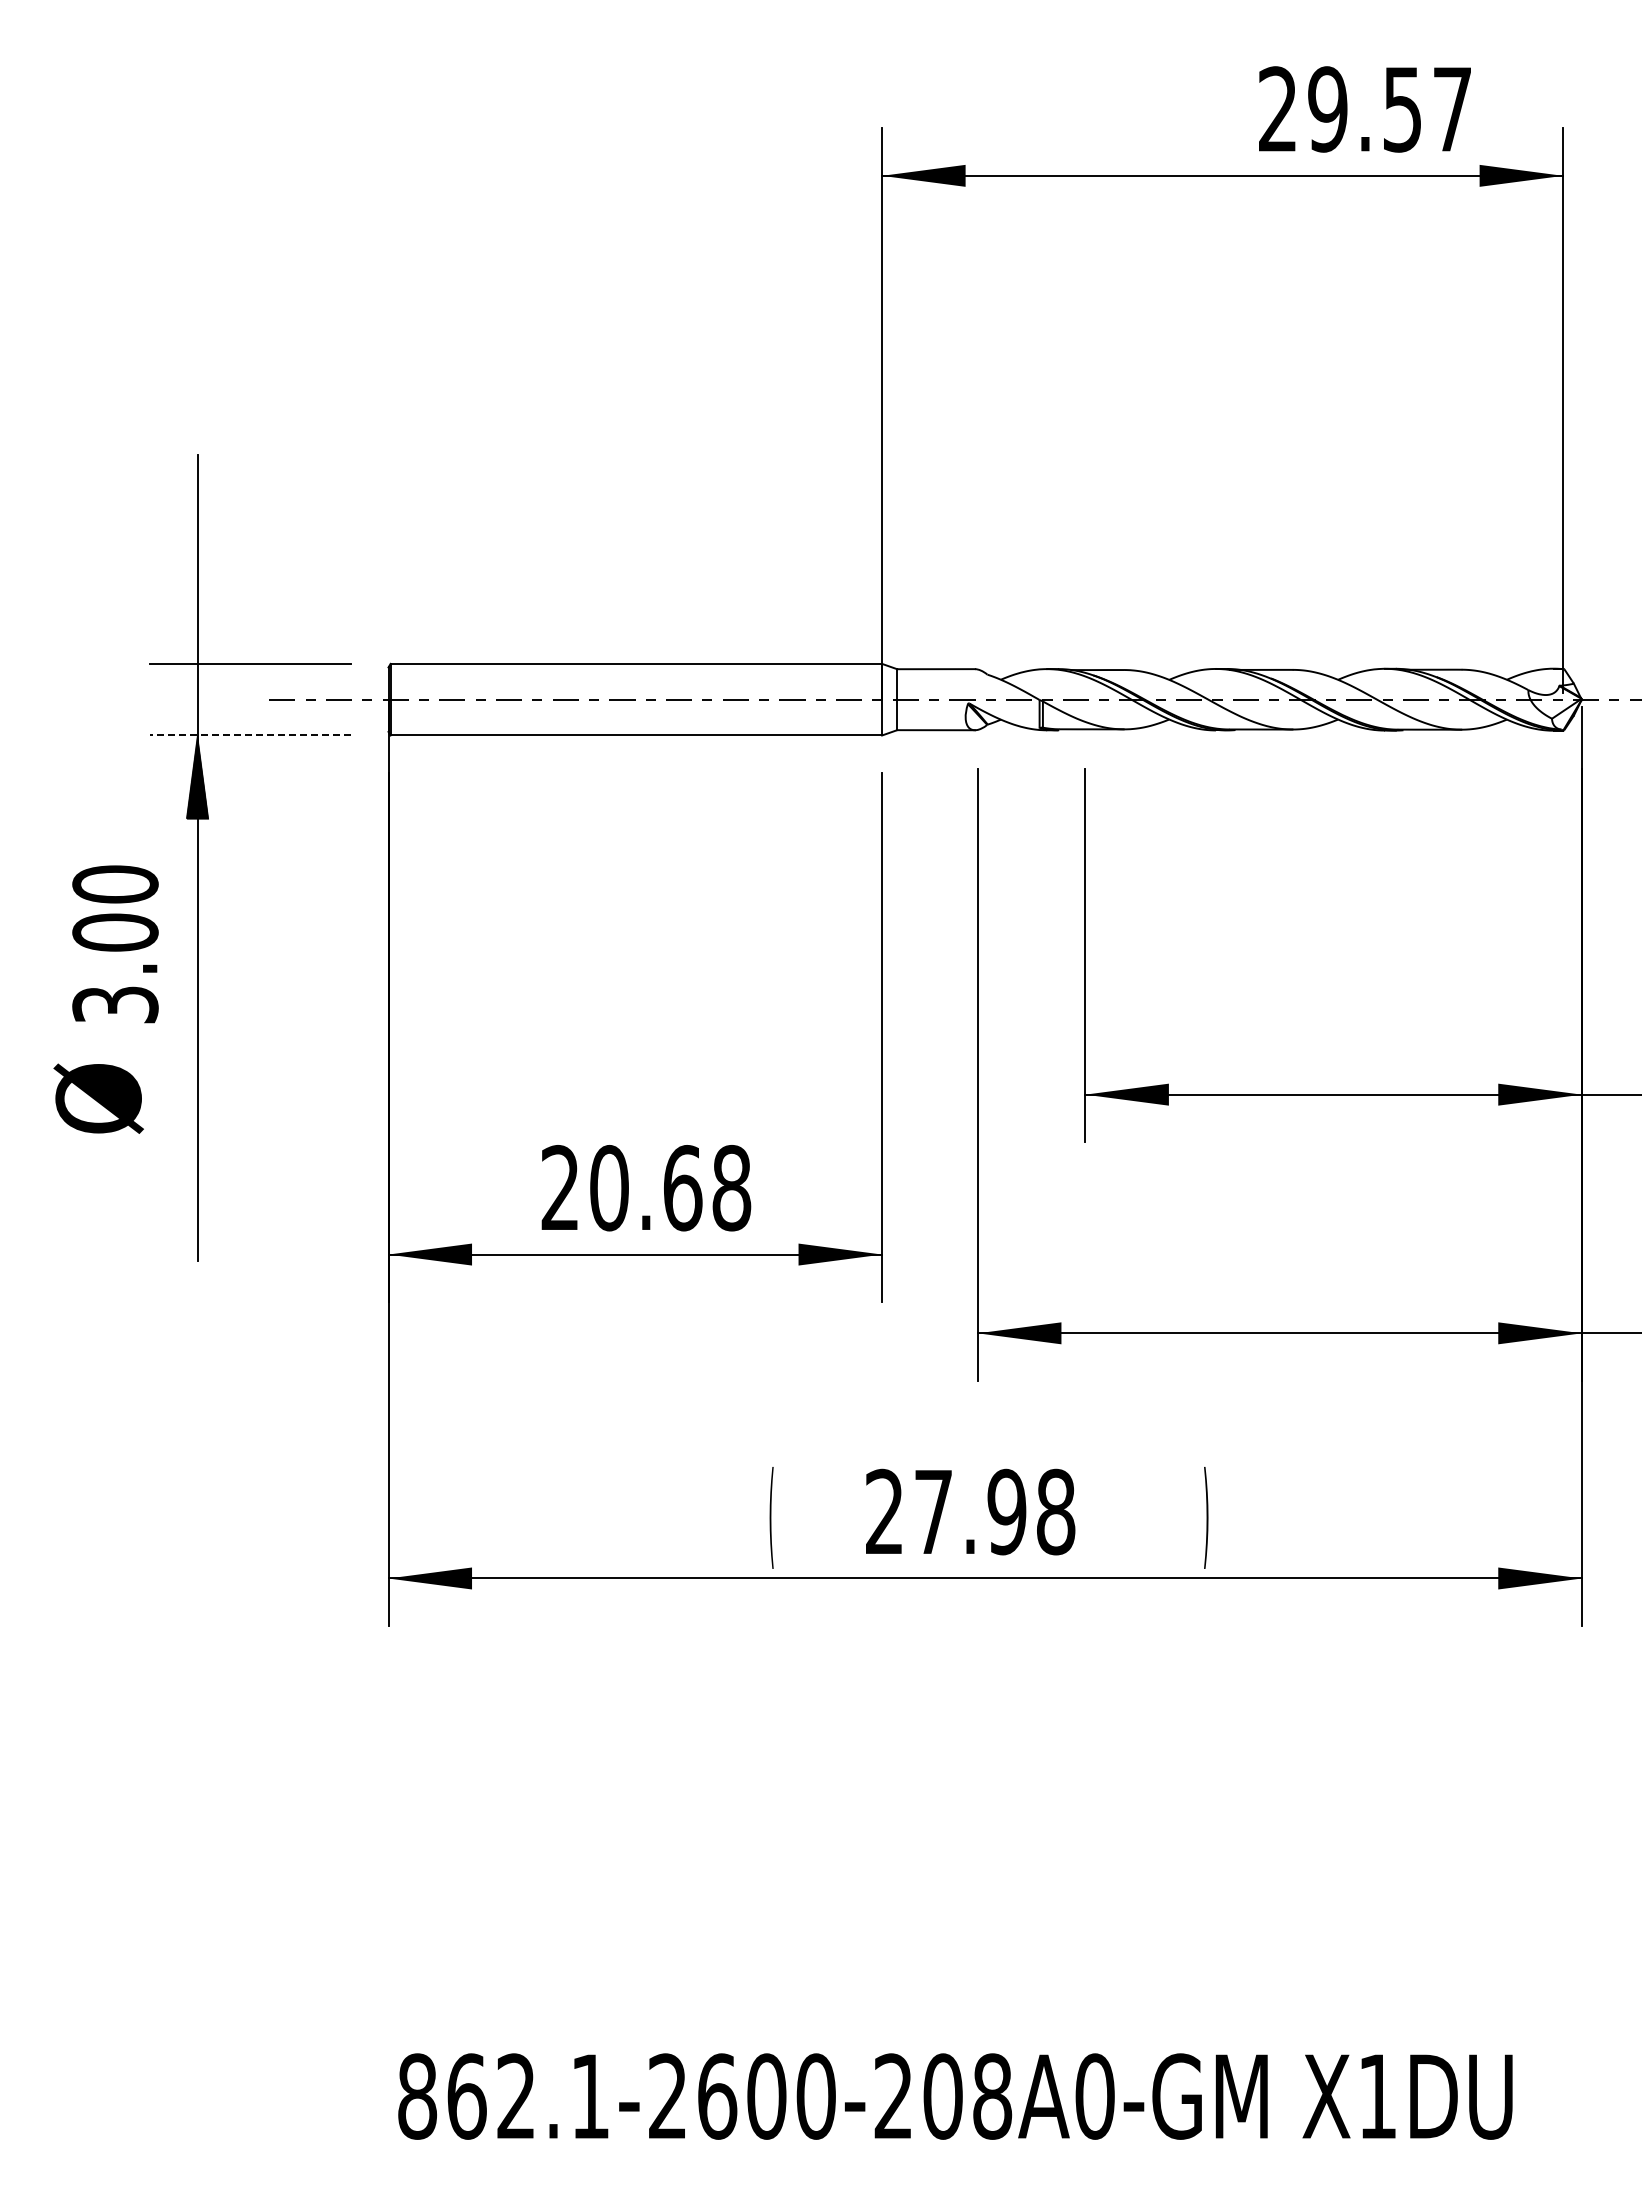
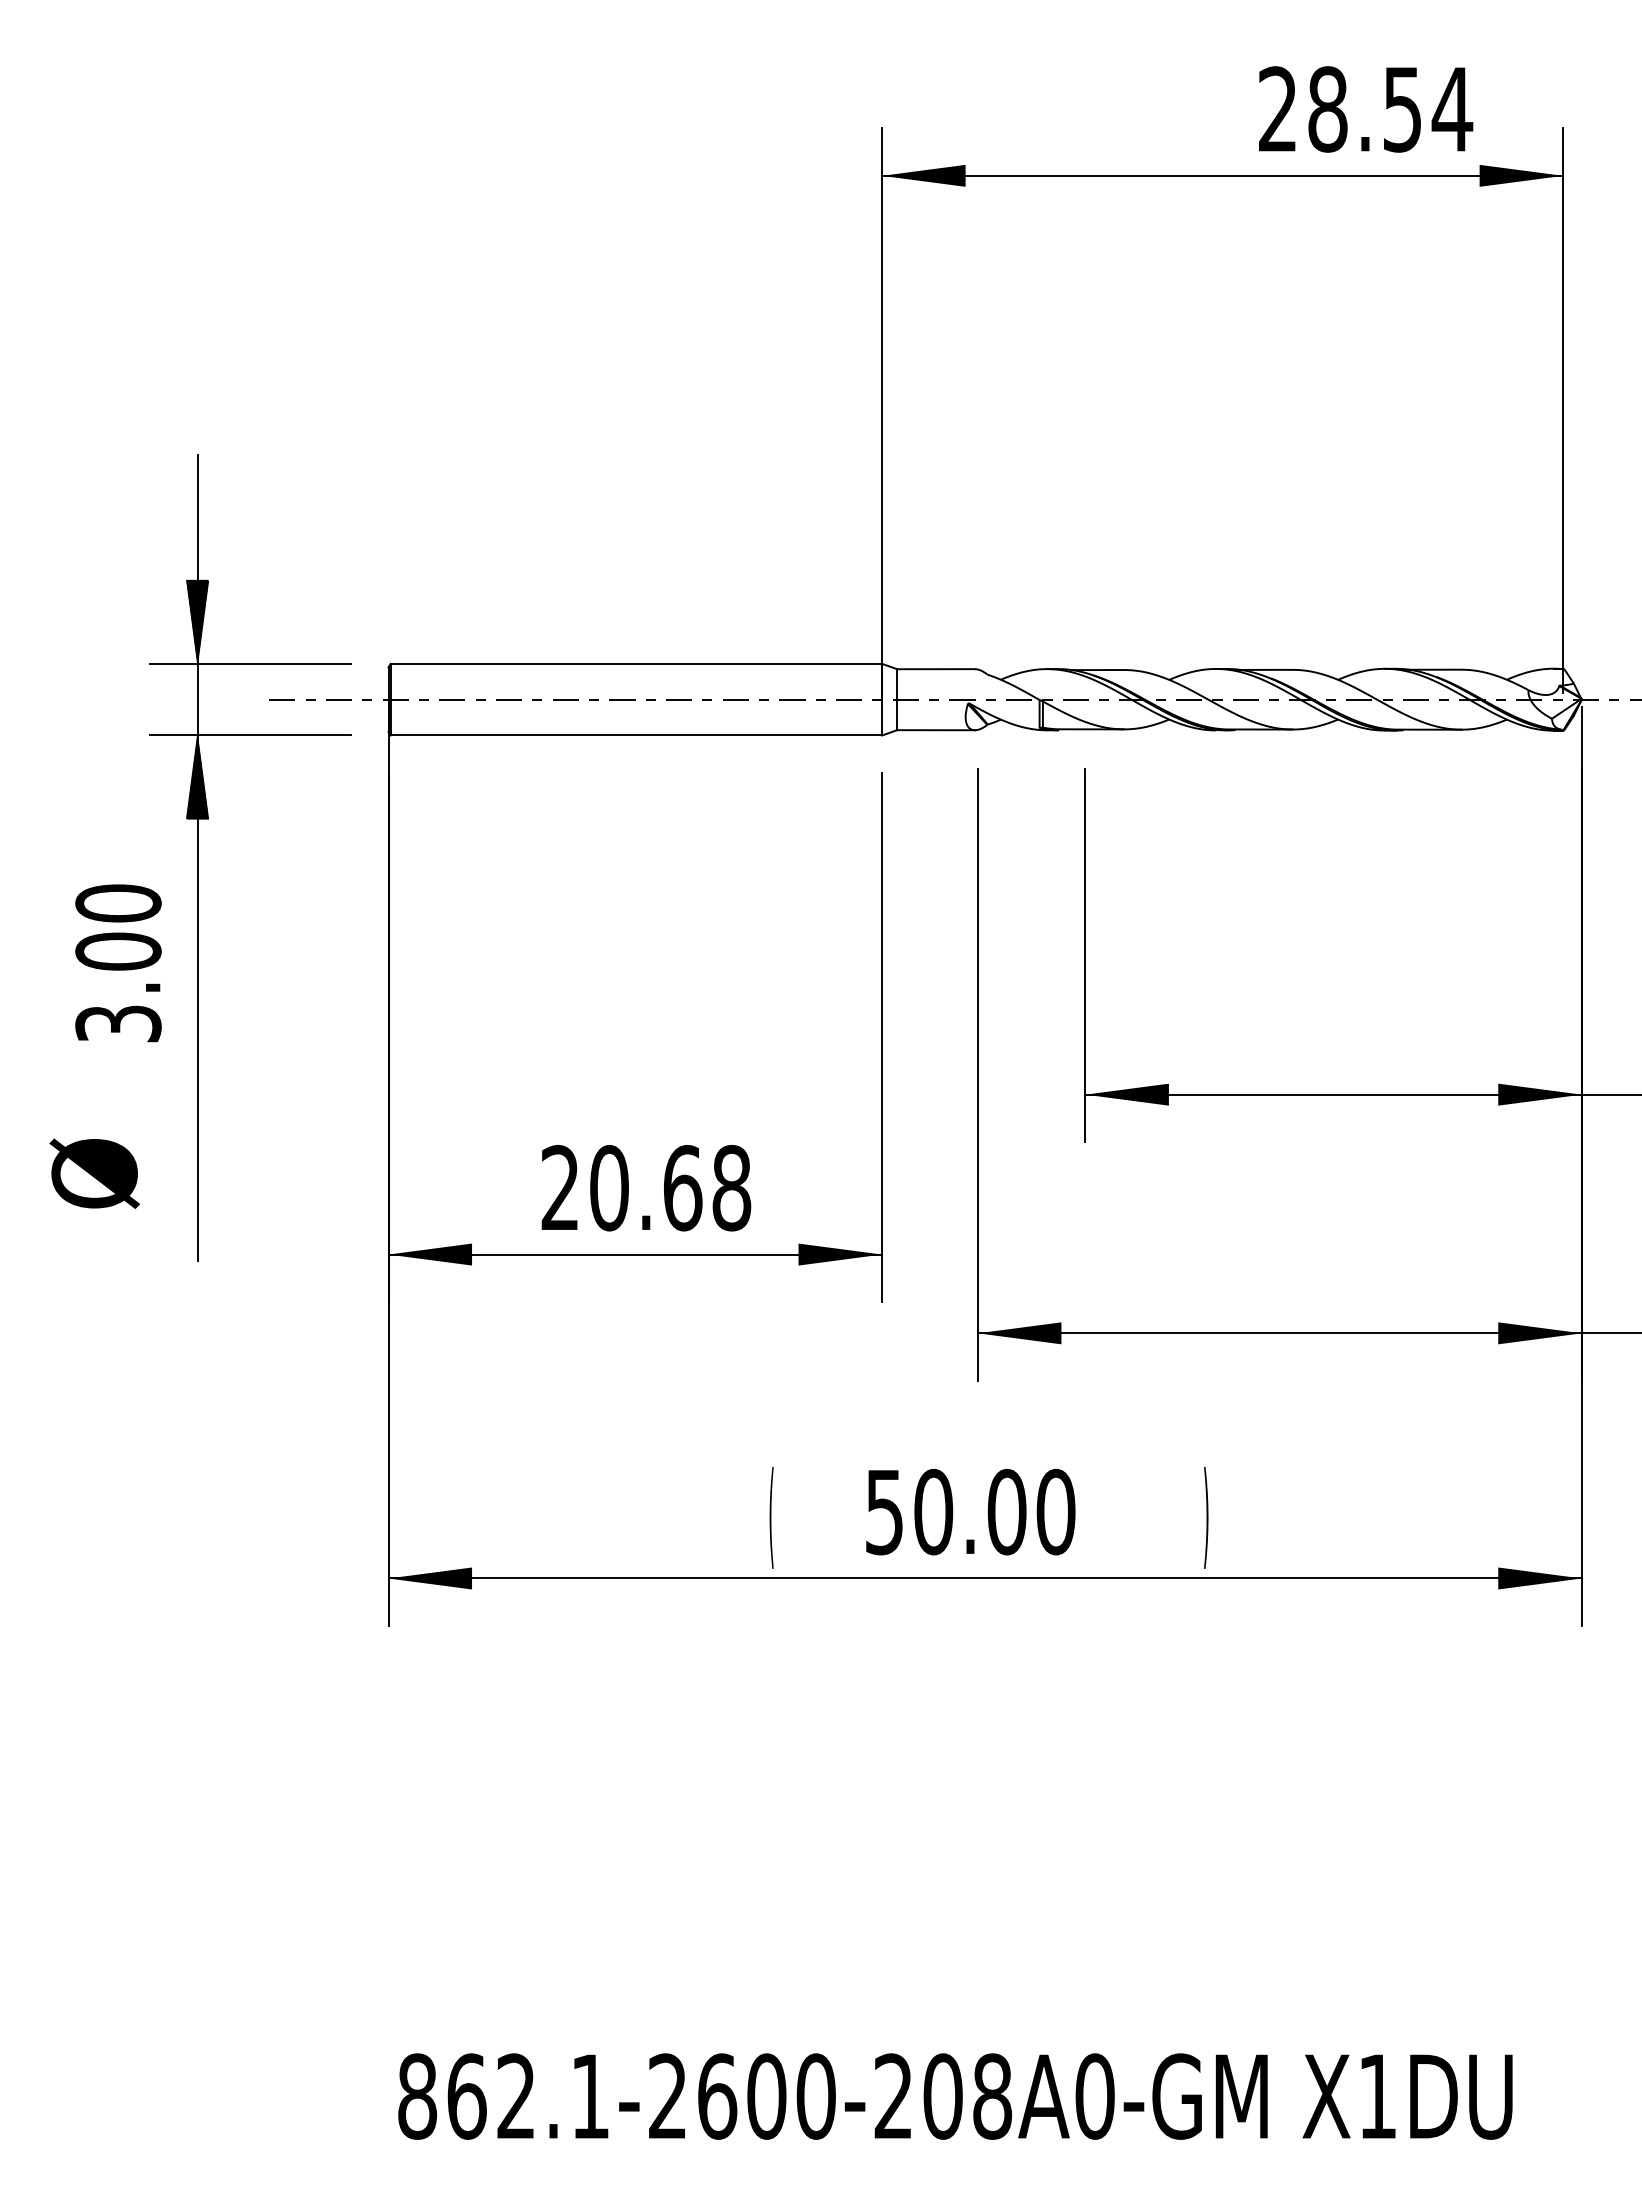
text at (1390, 109): 29.57 -> 28.54
hatch at (197, 621): none -> present
line at (249, 735): dashed -> solid
text at (115, 944) position: (115, 944) -> (118, 963)
text at (98, 1098) position: (98, 1098) -> (94, 1173)
text at (970, 1511): 27.98 -> 50.00
